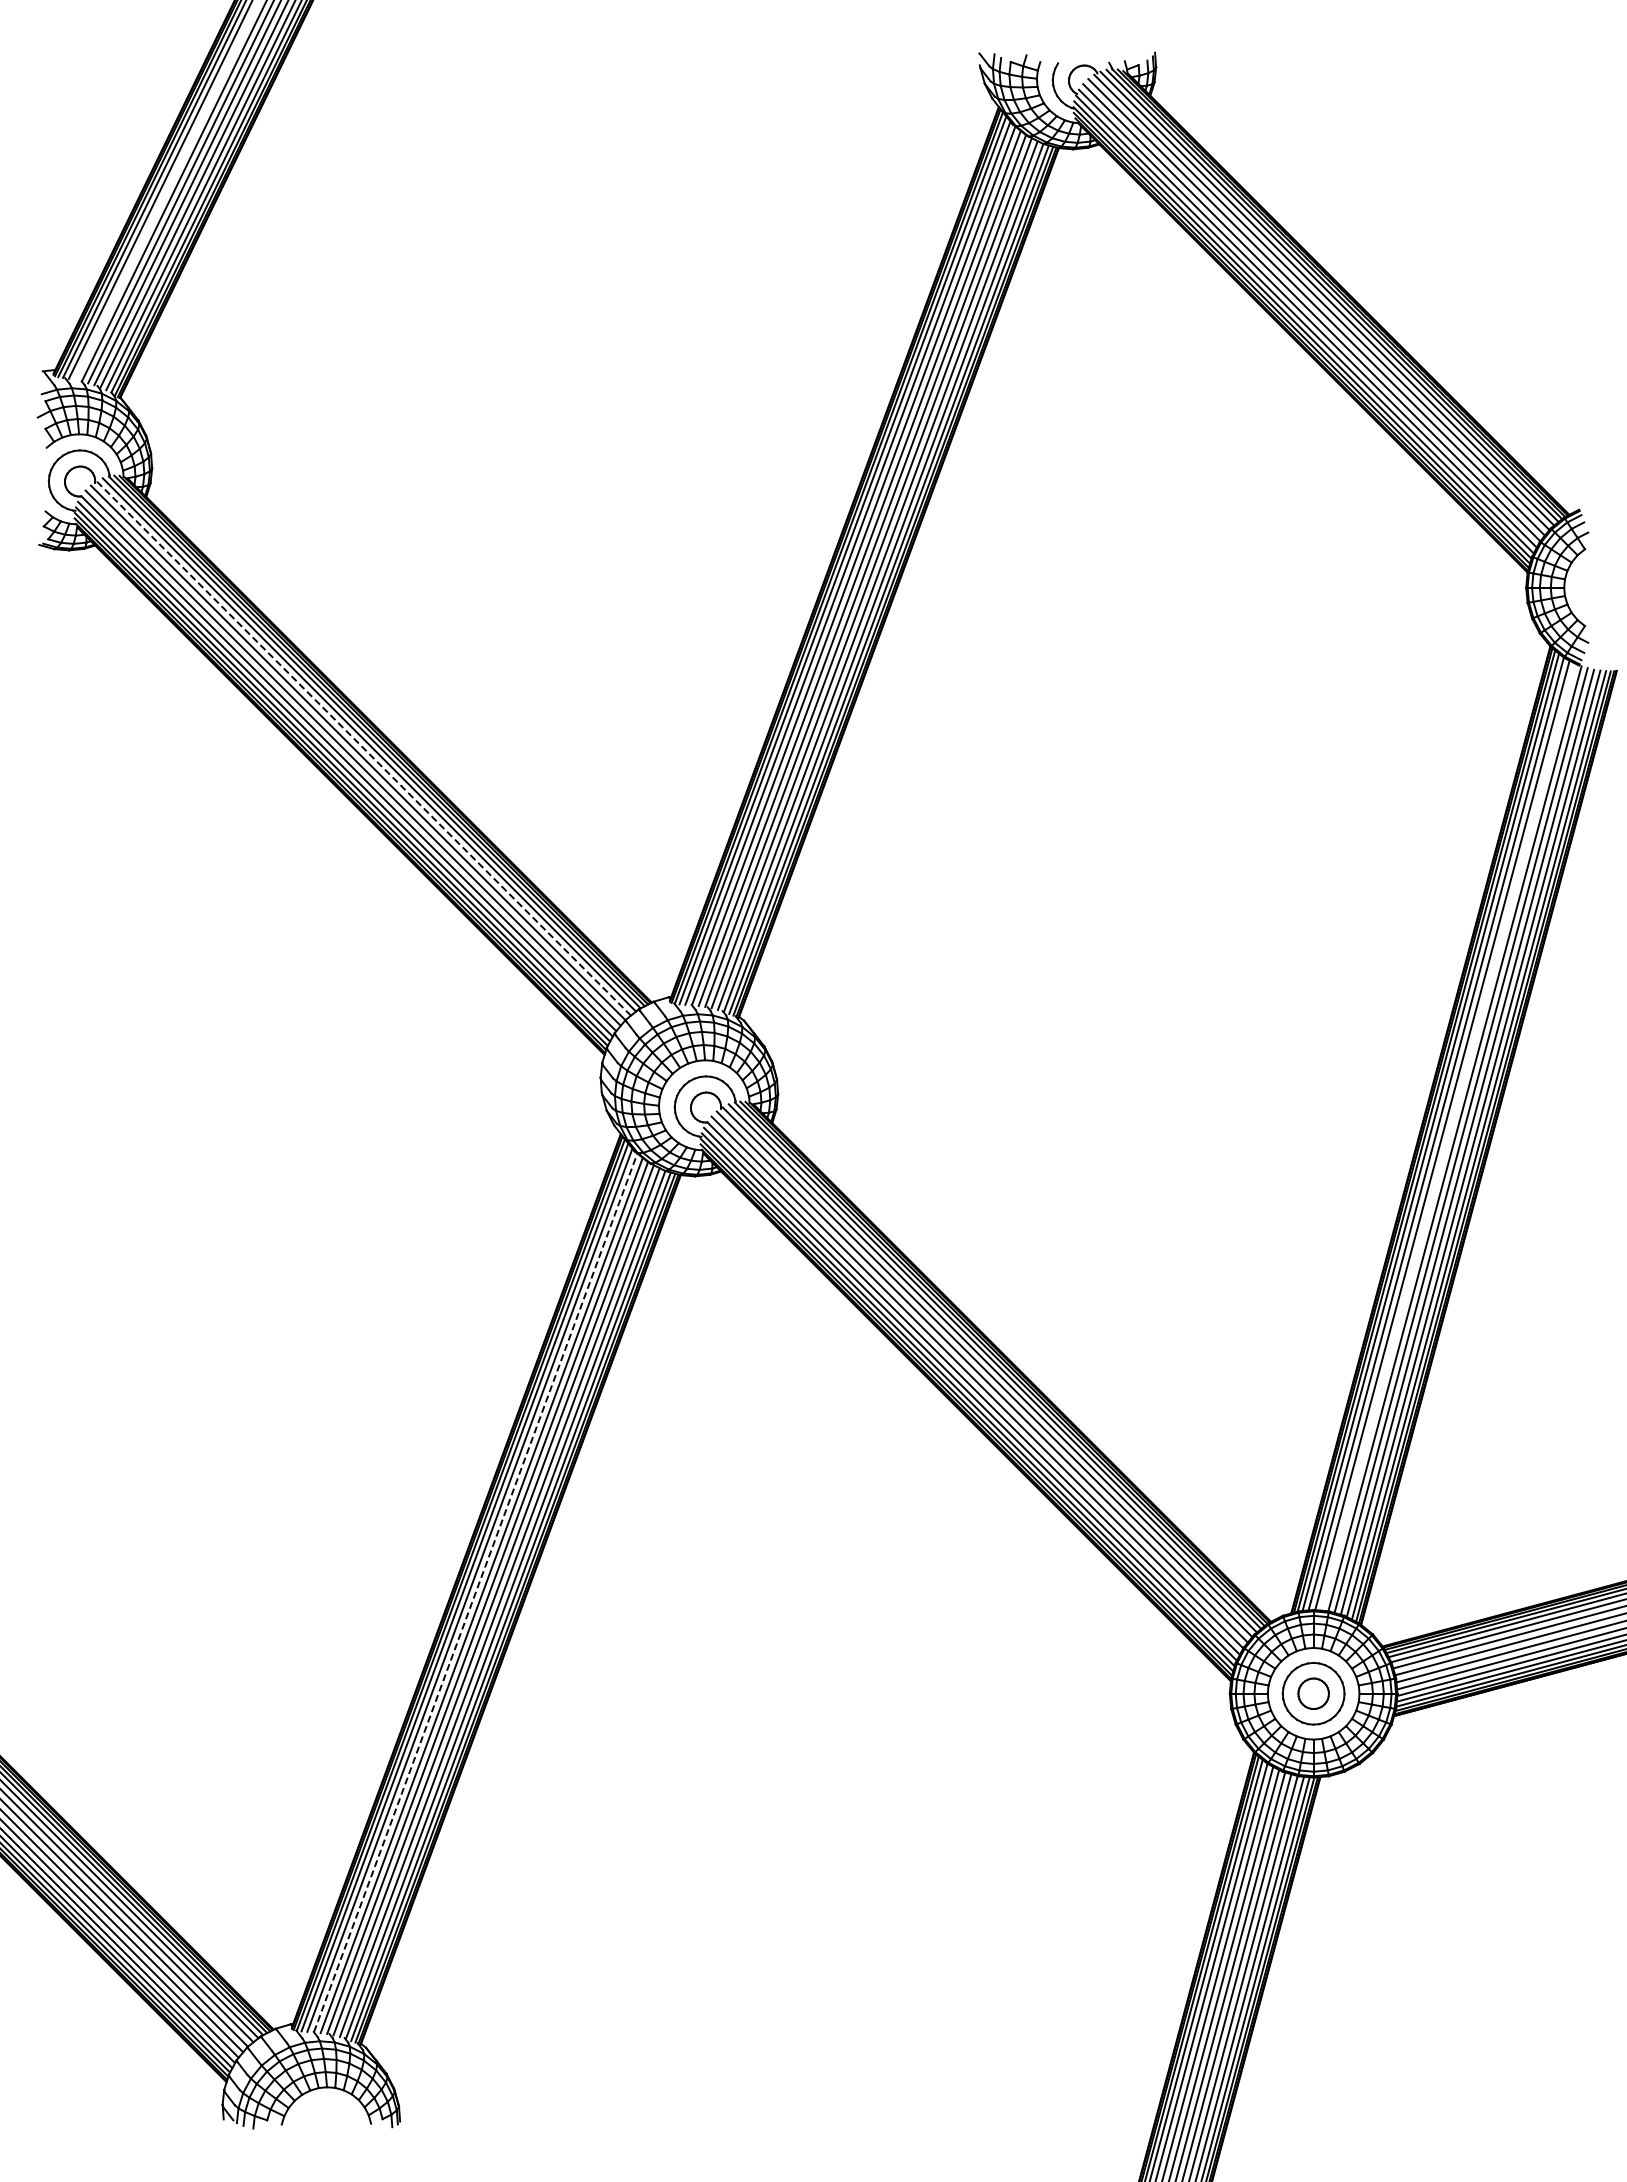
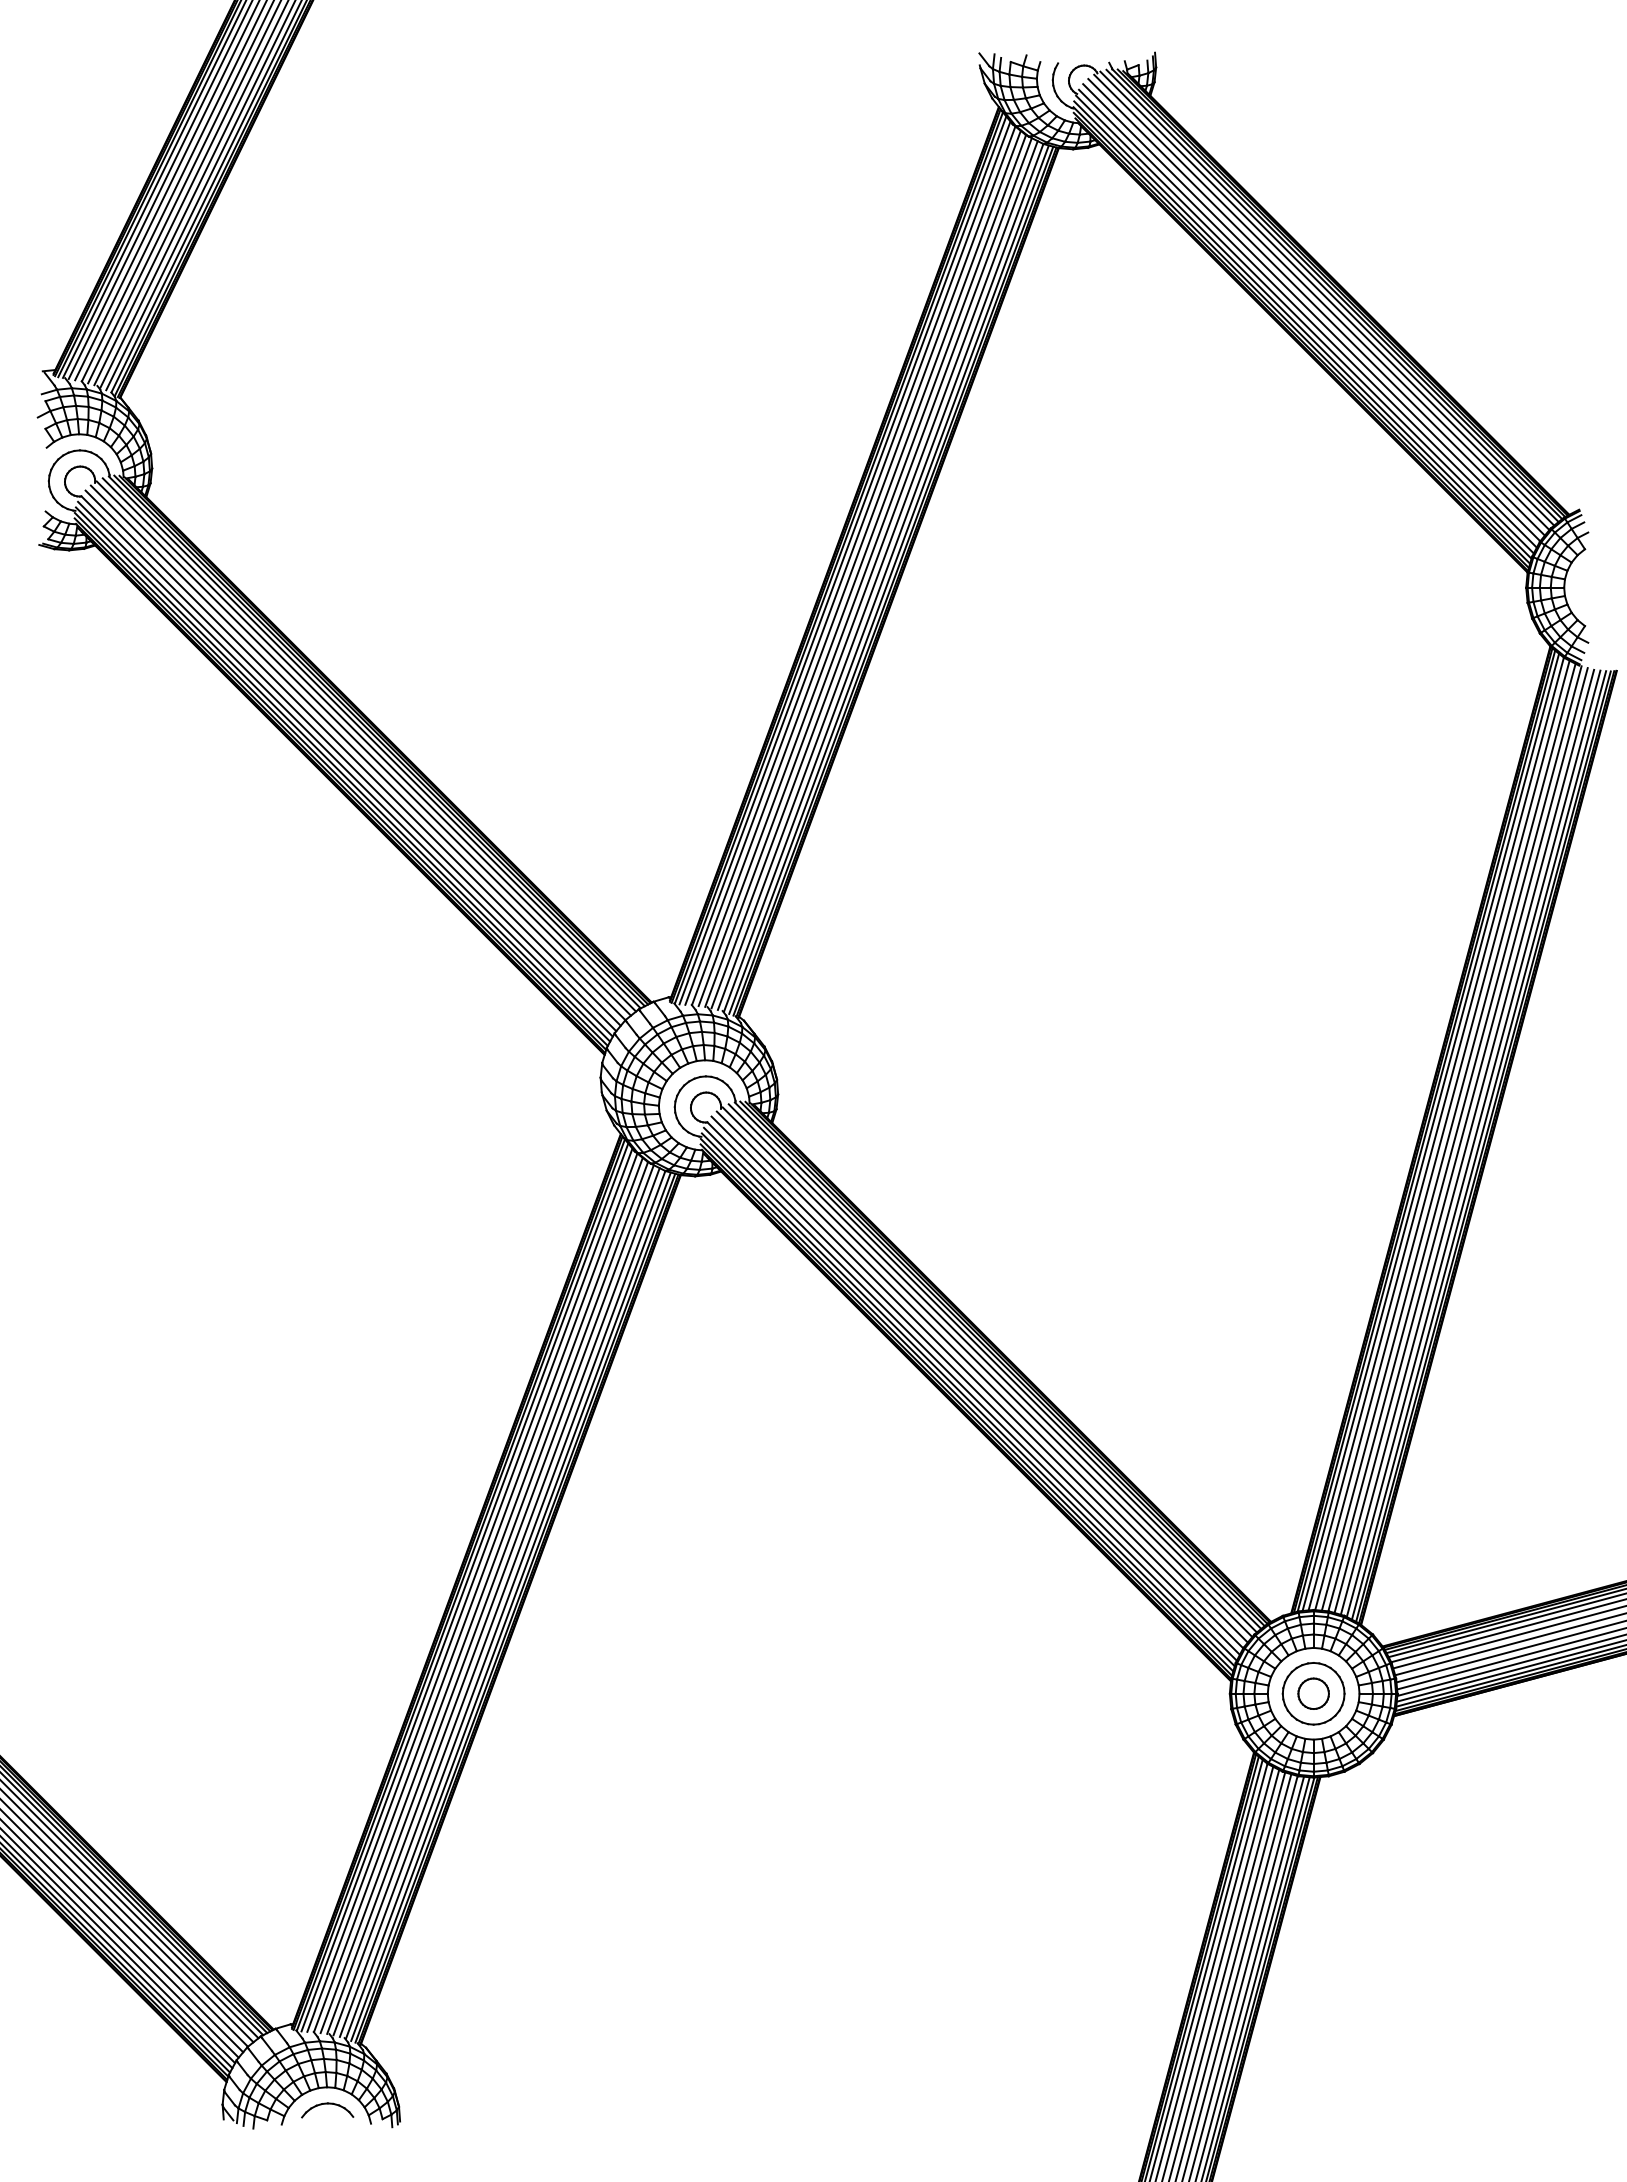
line at (166, 191): none -> present
line at (363, 748): dashed -> solid
line at (1448, 1136): none -> present
line at (475, 1592): dashed -> solid
part at (327, 2110): none -> present
